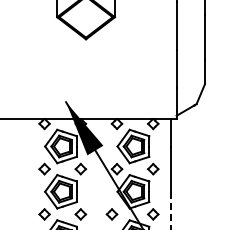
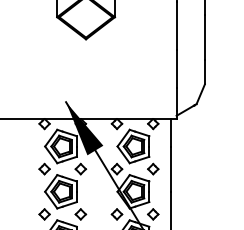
line at (171, 210): dashed -> solid
part at (111, 214) position: (111, 214) -> (116, 214)
